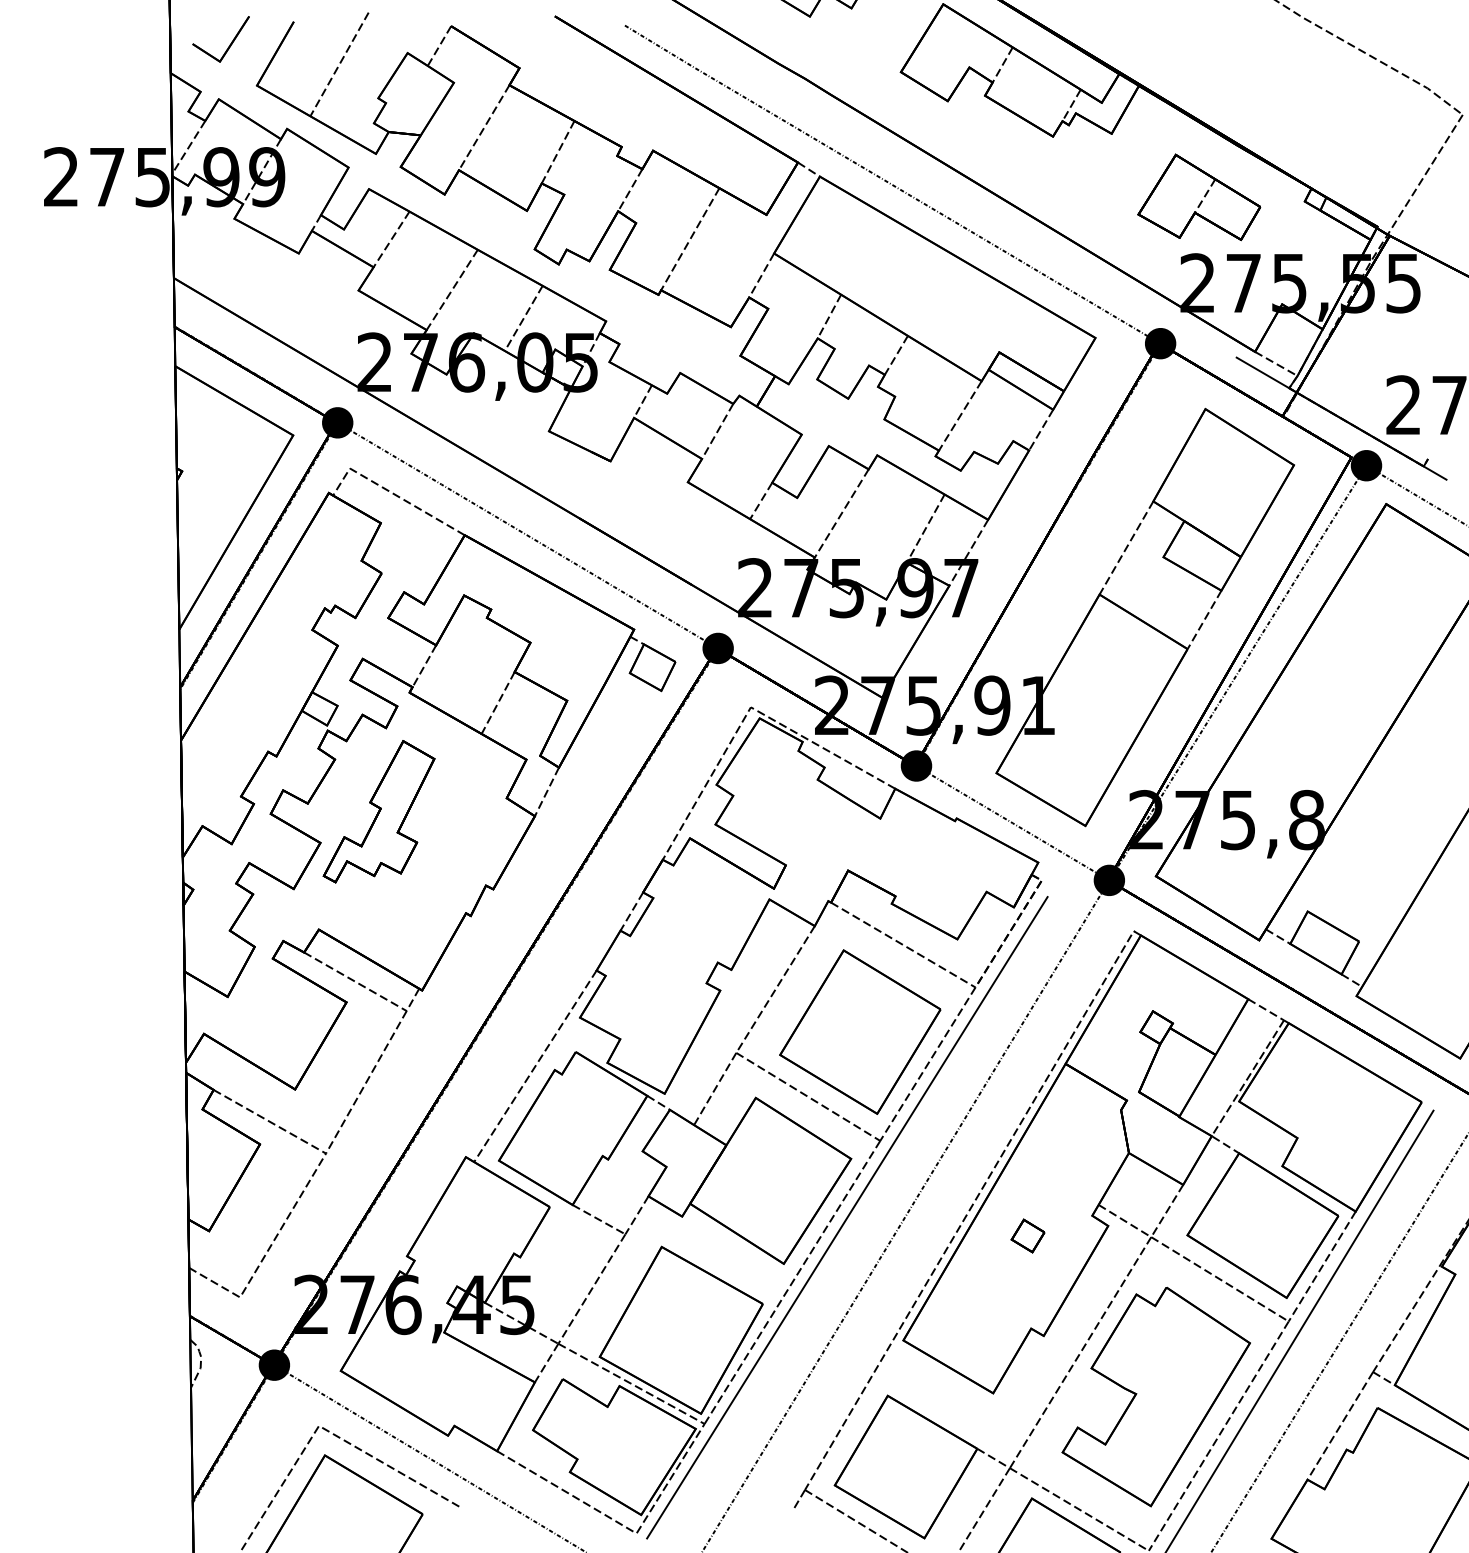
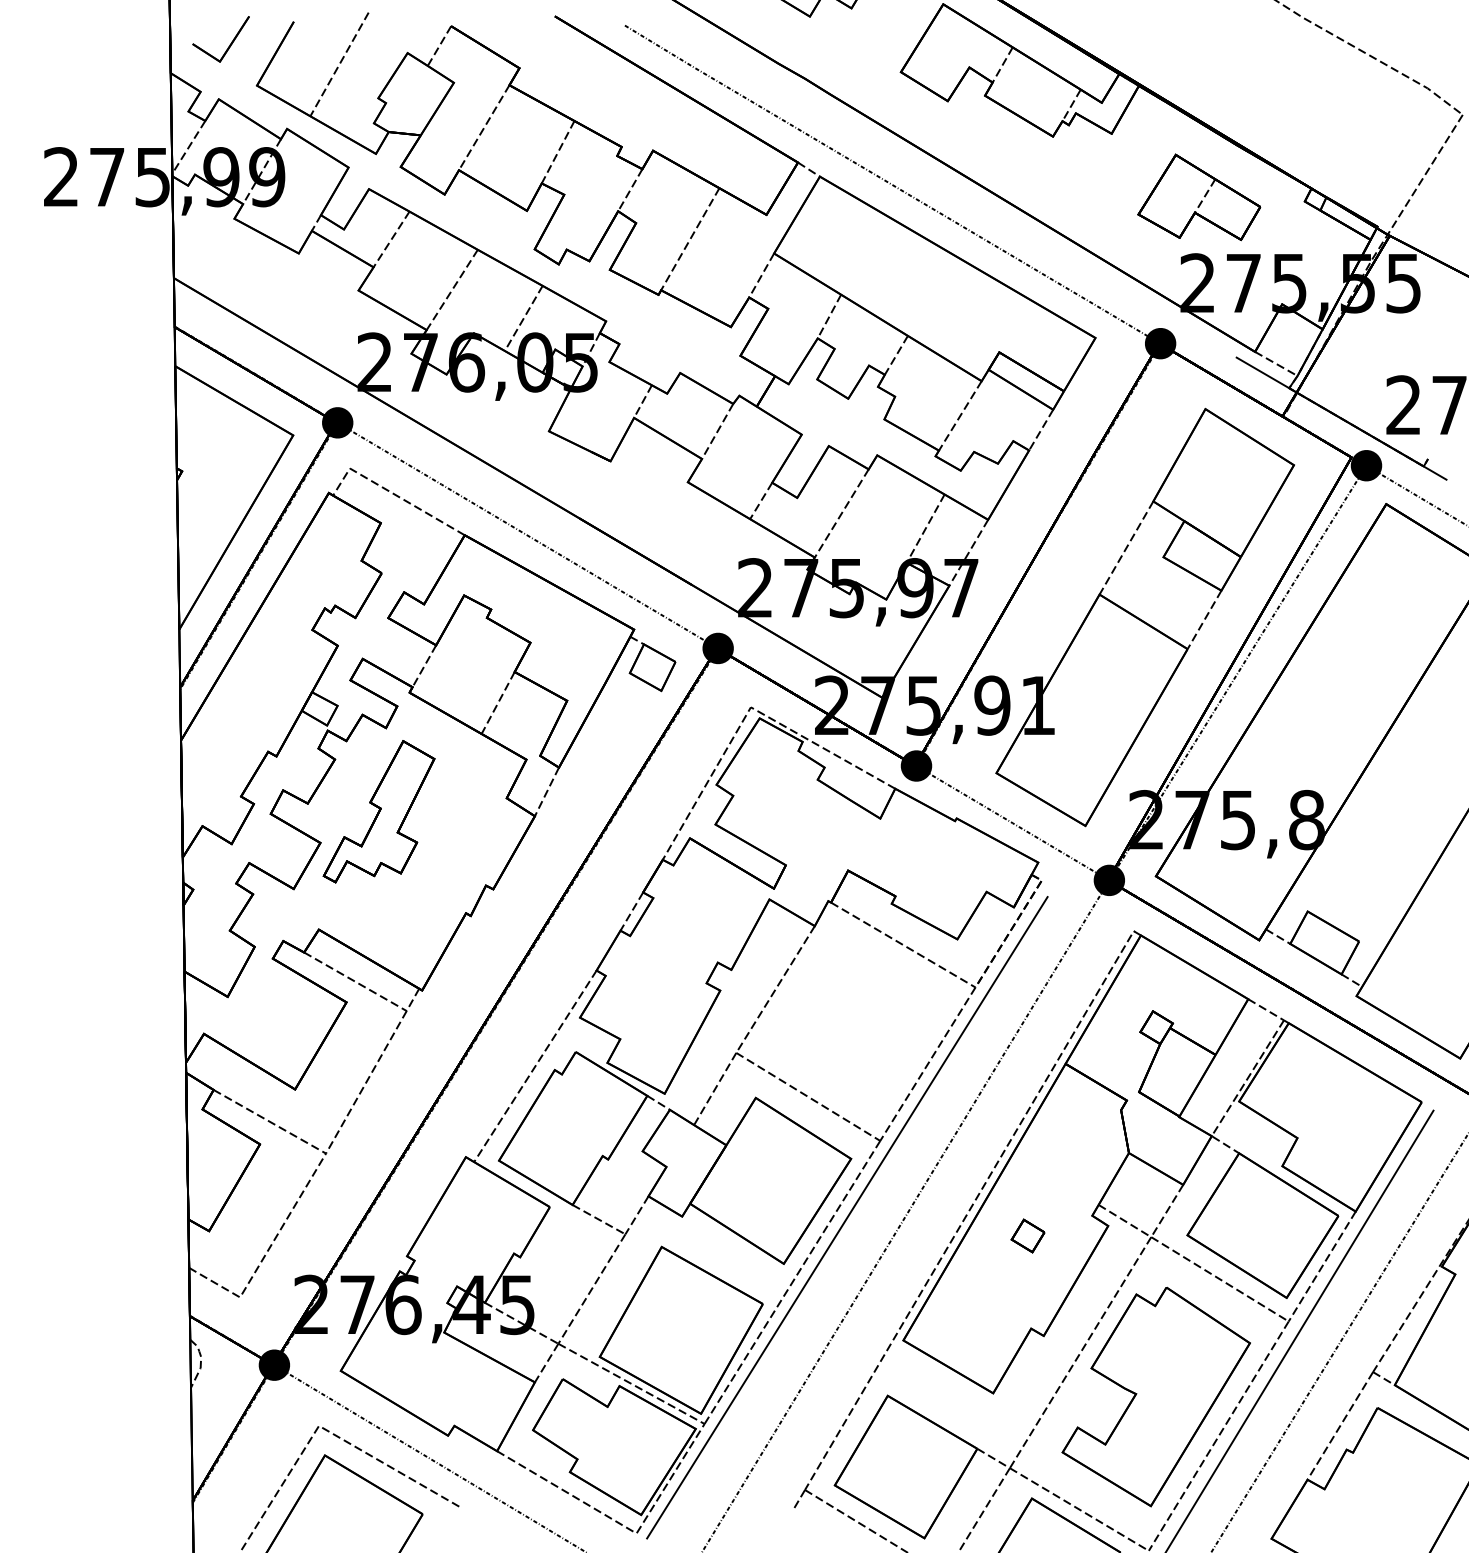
part at (860, 1031): present -> none
